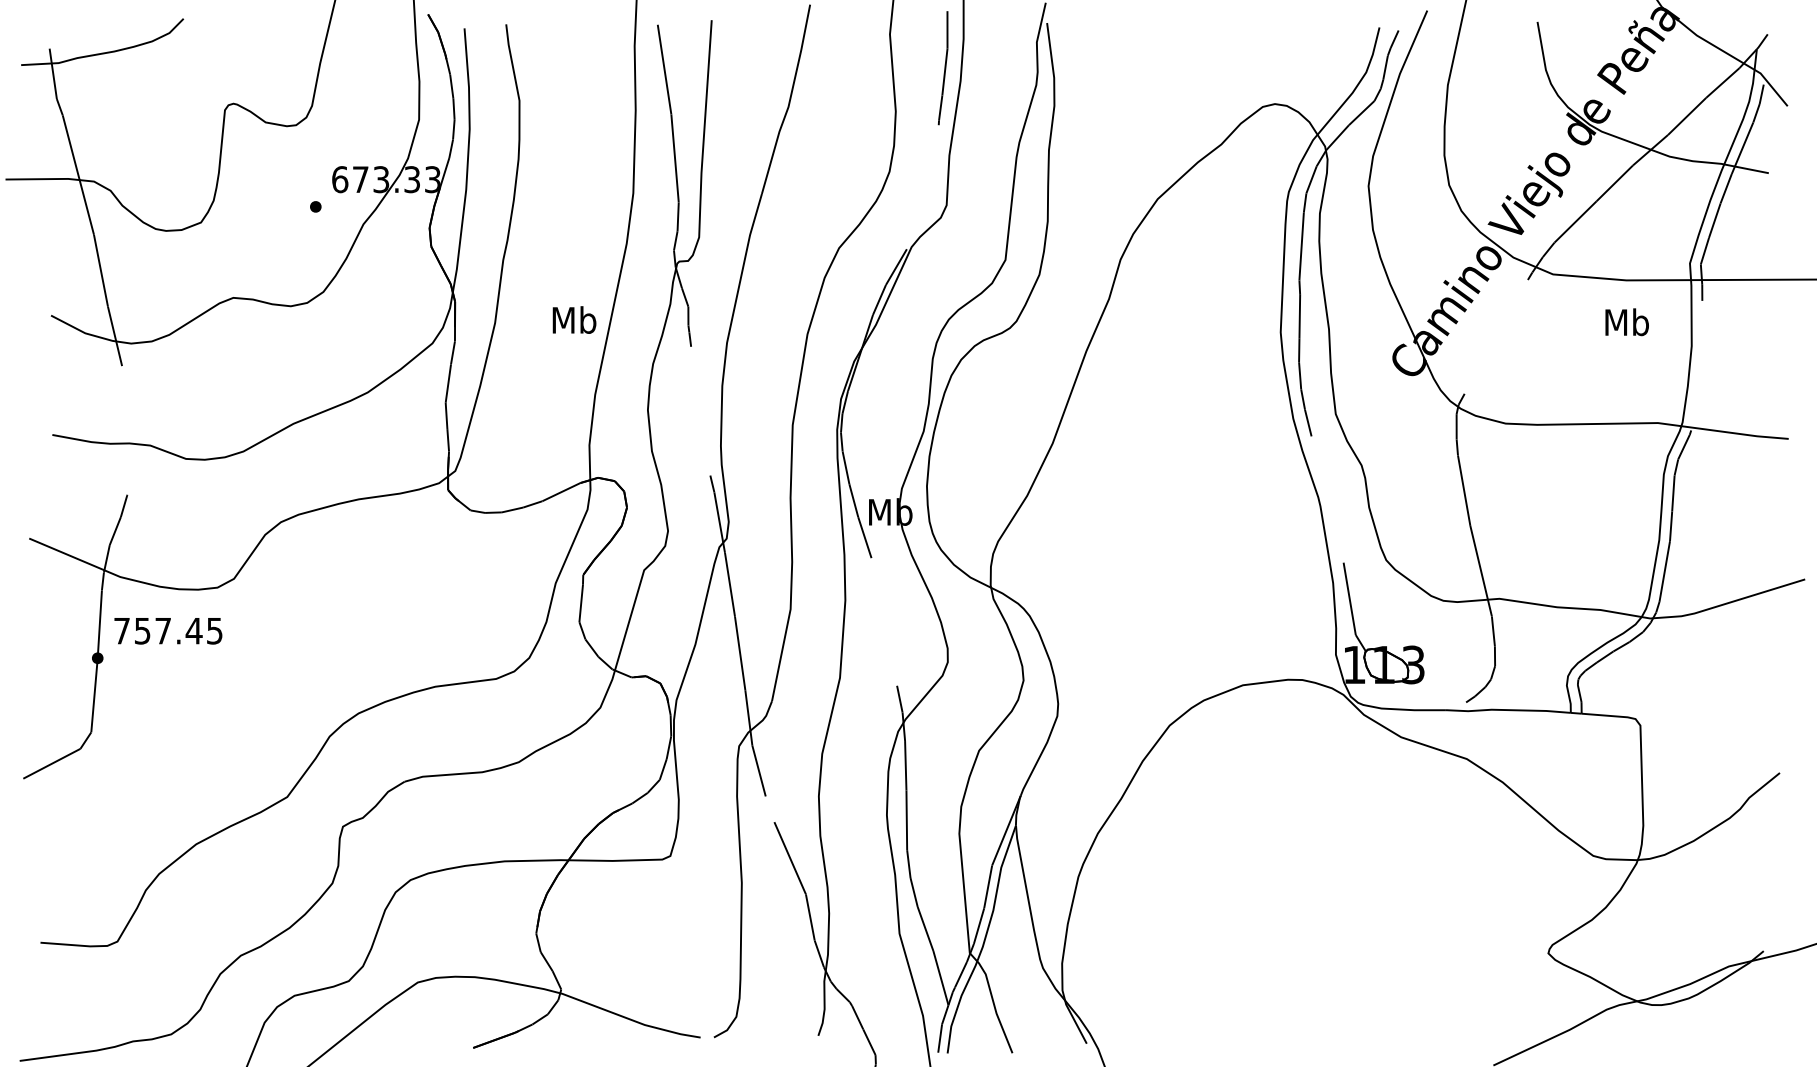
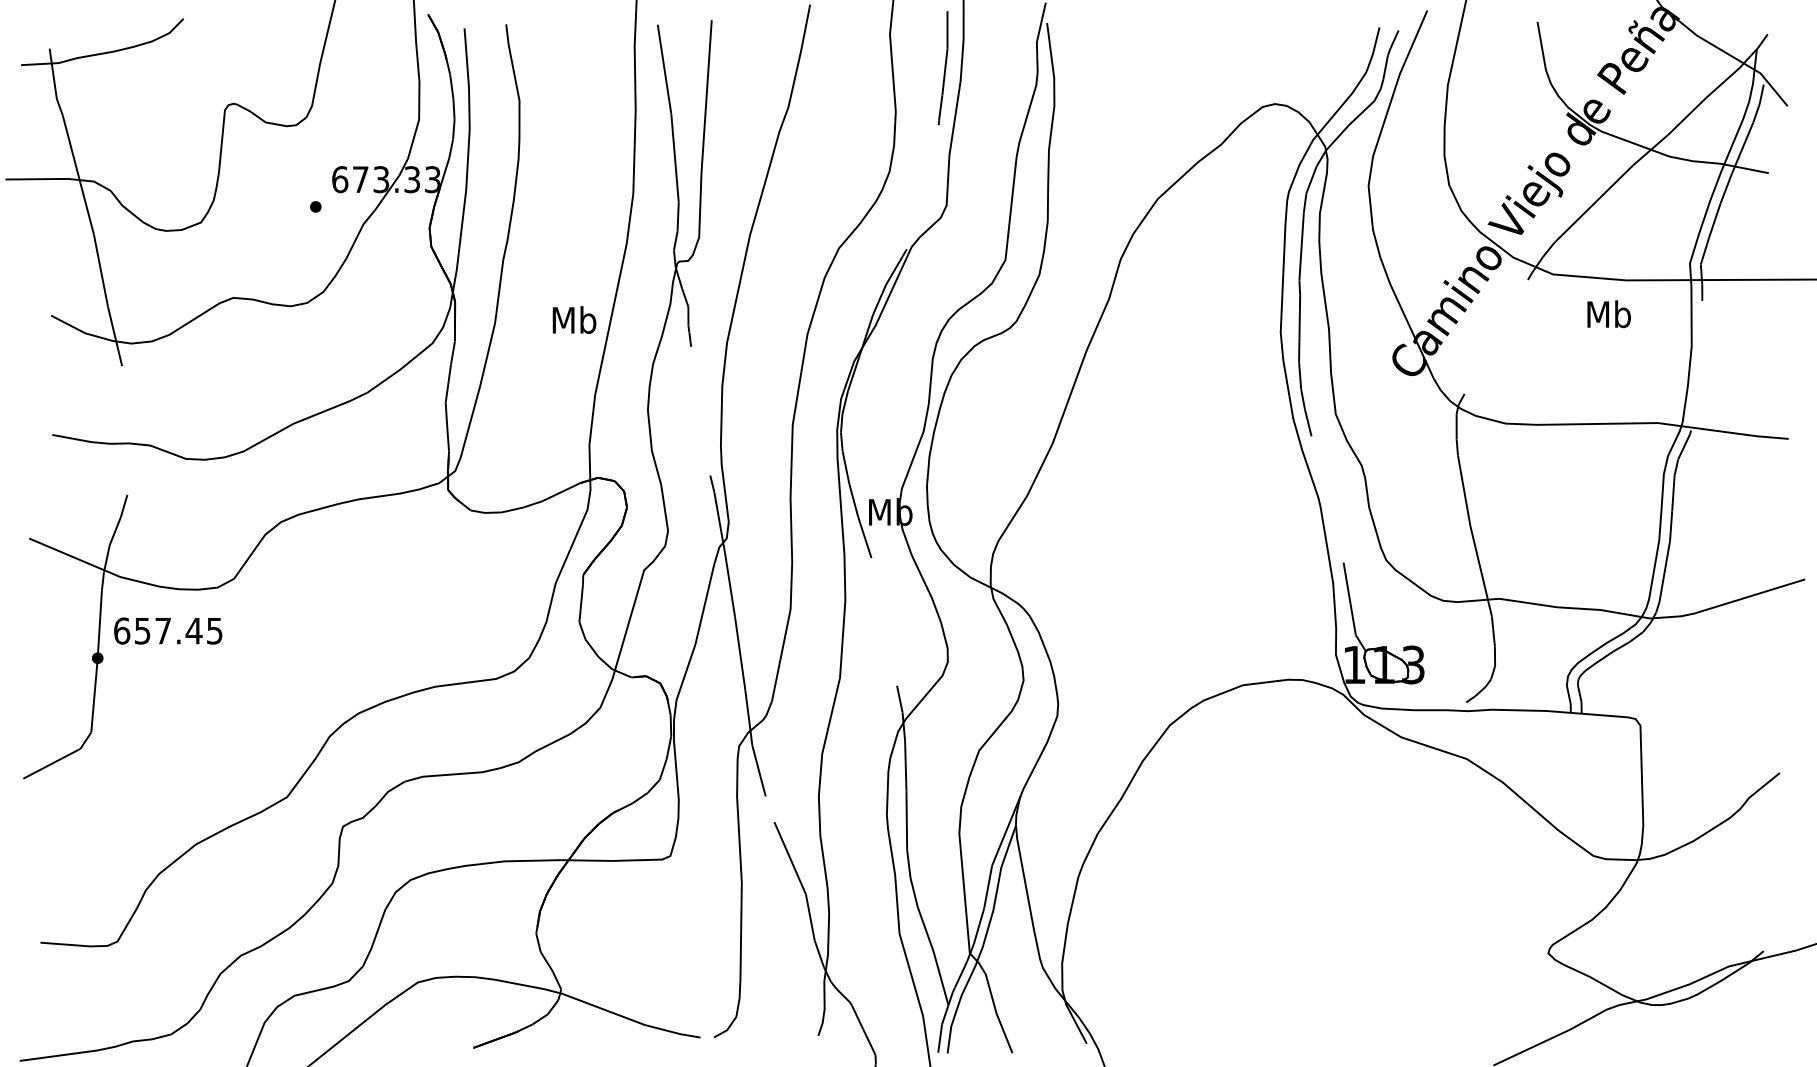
text at (1626, 322) position: (1626, 322) -> (1608, 314)
text at (122, 630): 757.45 -> 657.45
